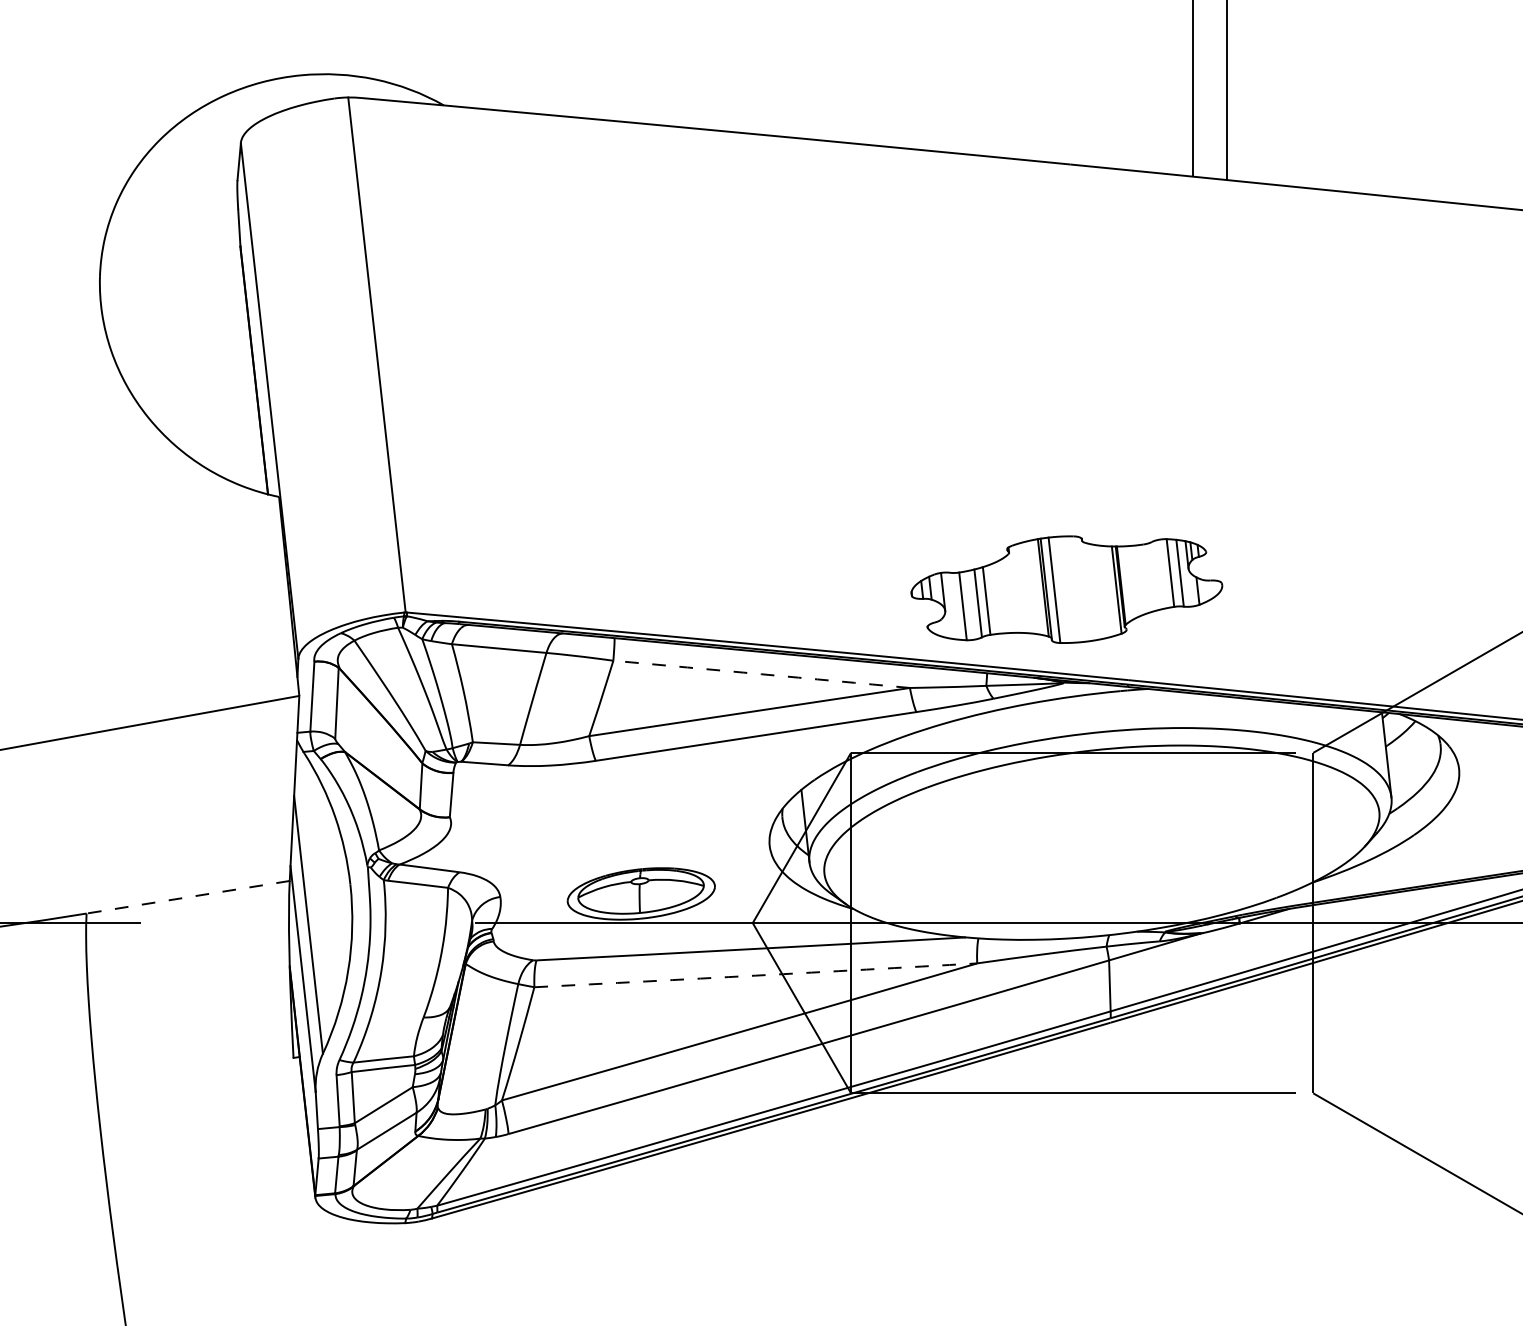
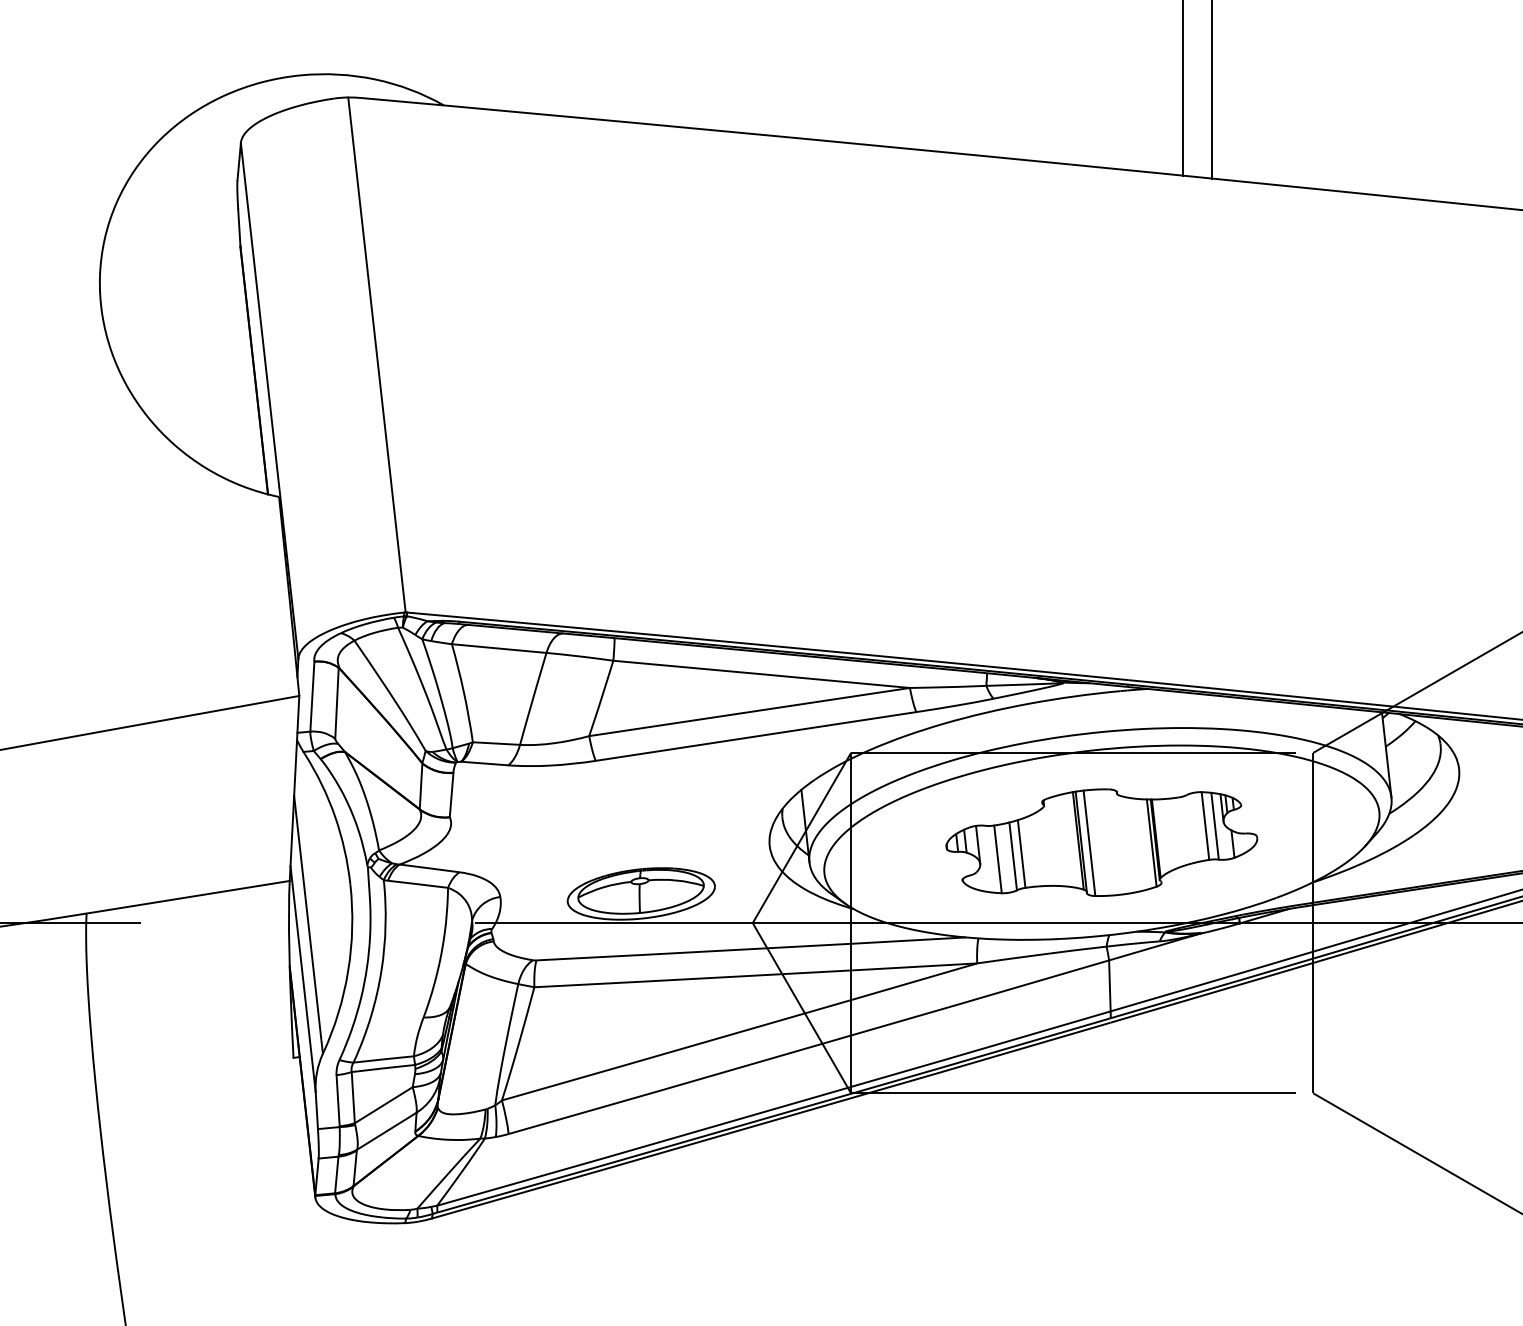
line at (1192, 88) position: (1192, 88) -> (1182, 88)
line at (1227, 90) position: (1227, 90) -> (1212, 90)
part at (1066, 589) position: (1066, 589) -> (1101, 842)
arc at (761, 674): dashed -> solid
line at (188, 897): dashed -> solid
arc at (755, 975): dashed -> solid
